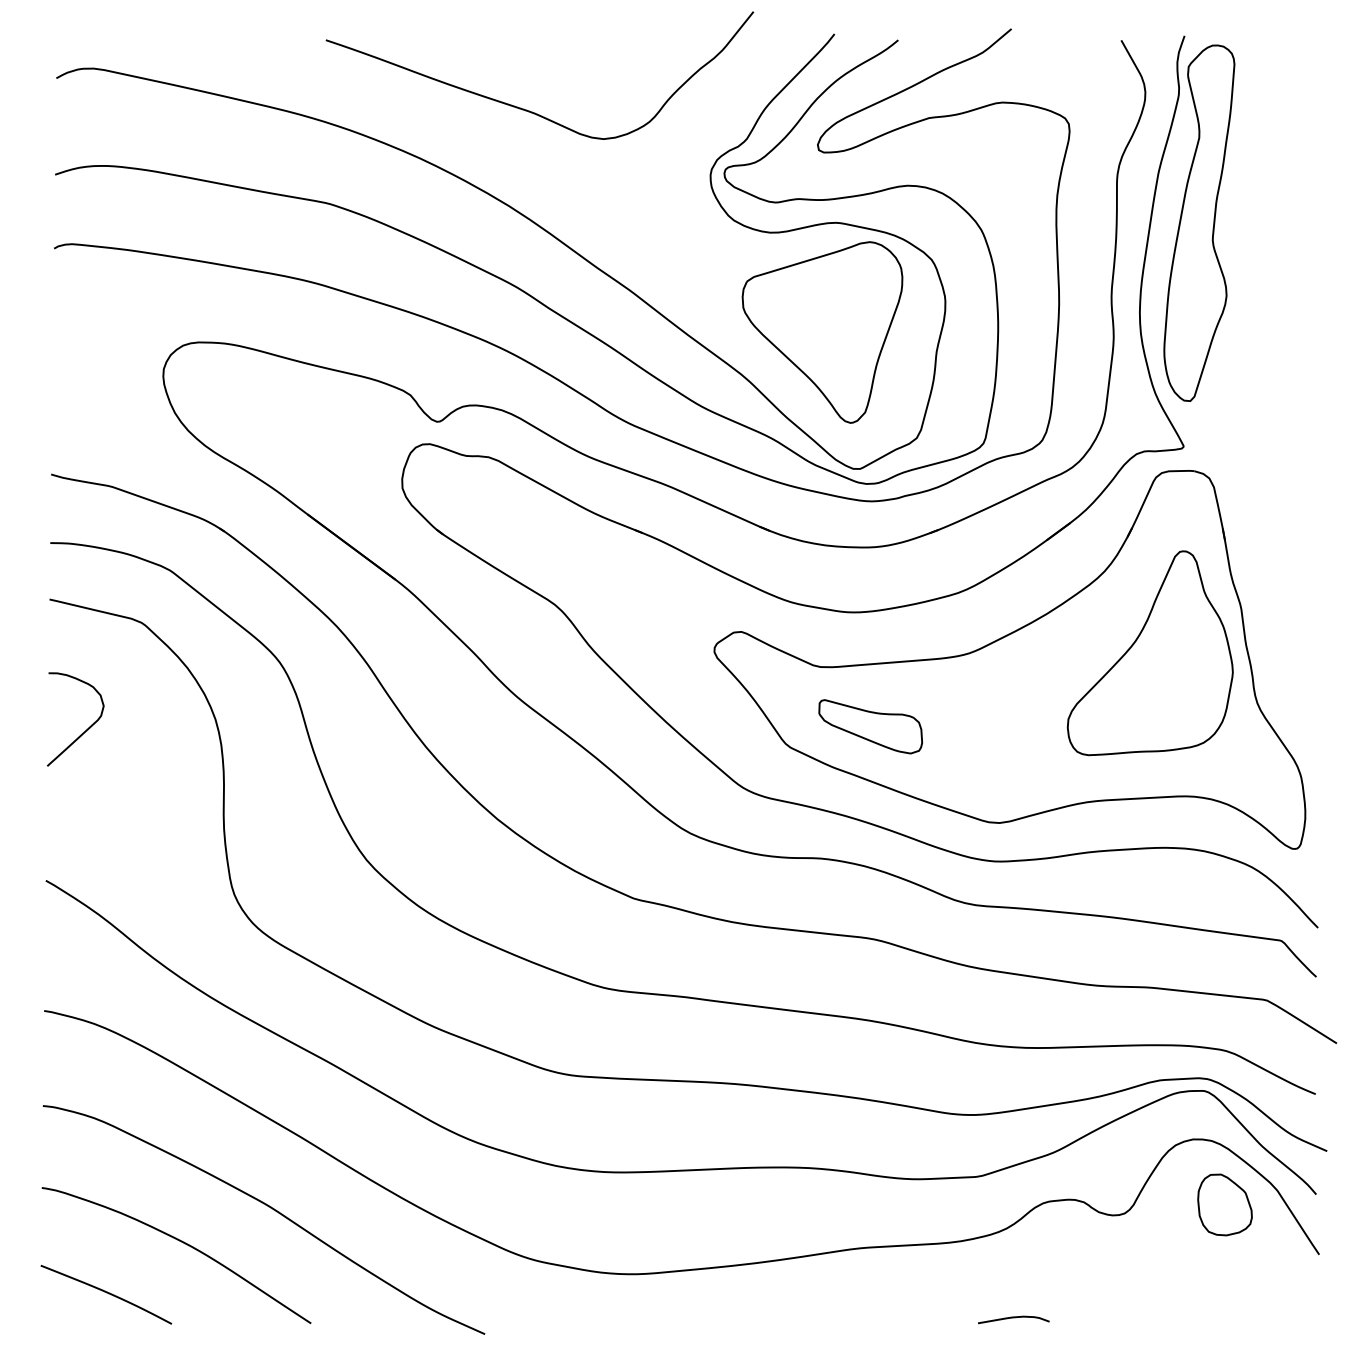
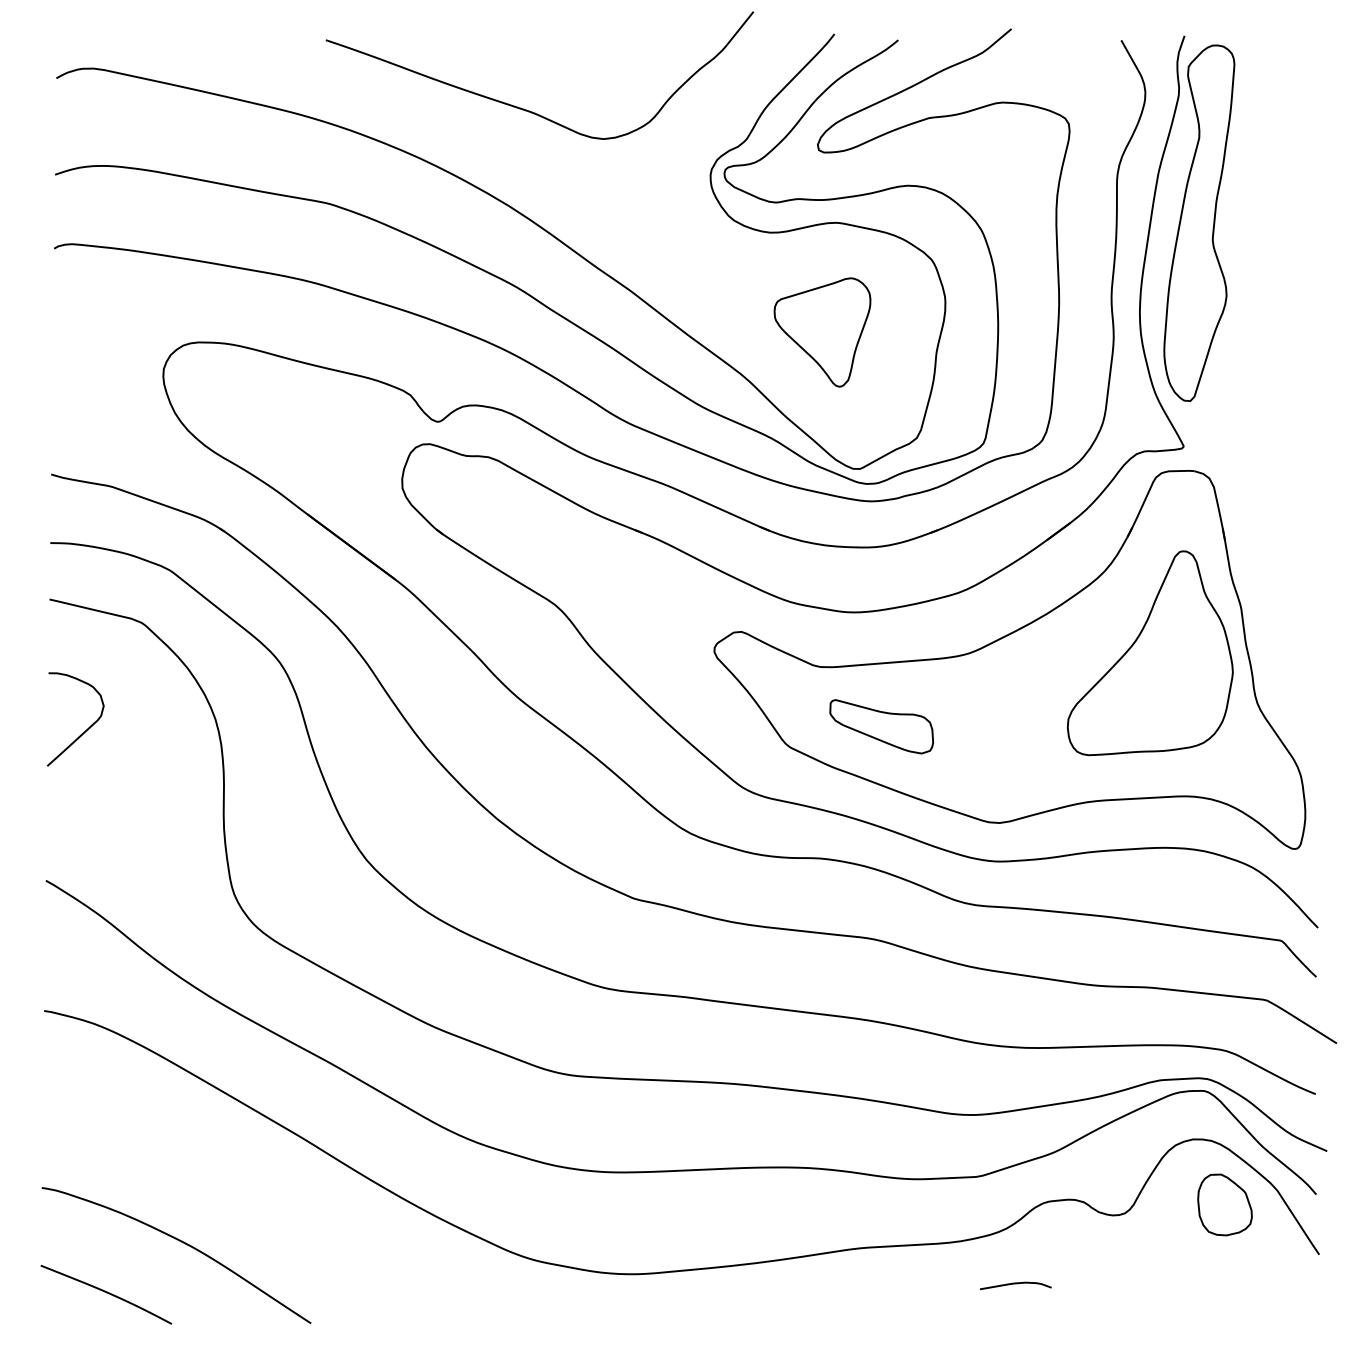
part at (822, 332) size: 163x183 px -> 99x111 px
part at (870, 726) position: (870, 726) -> (881, 726)
curve at (268, 1207): present -> none
curve at (1013, 1318) position: (1013, 1318) -> (1015, 1284)
